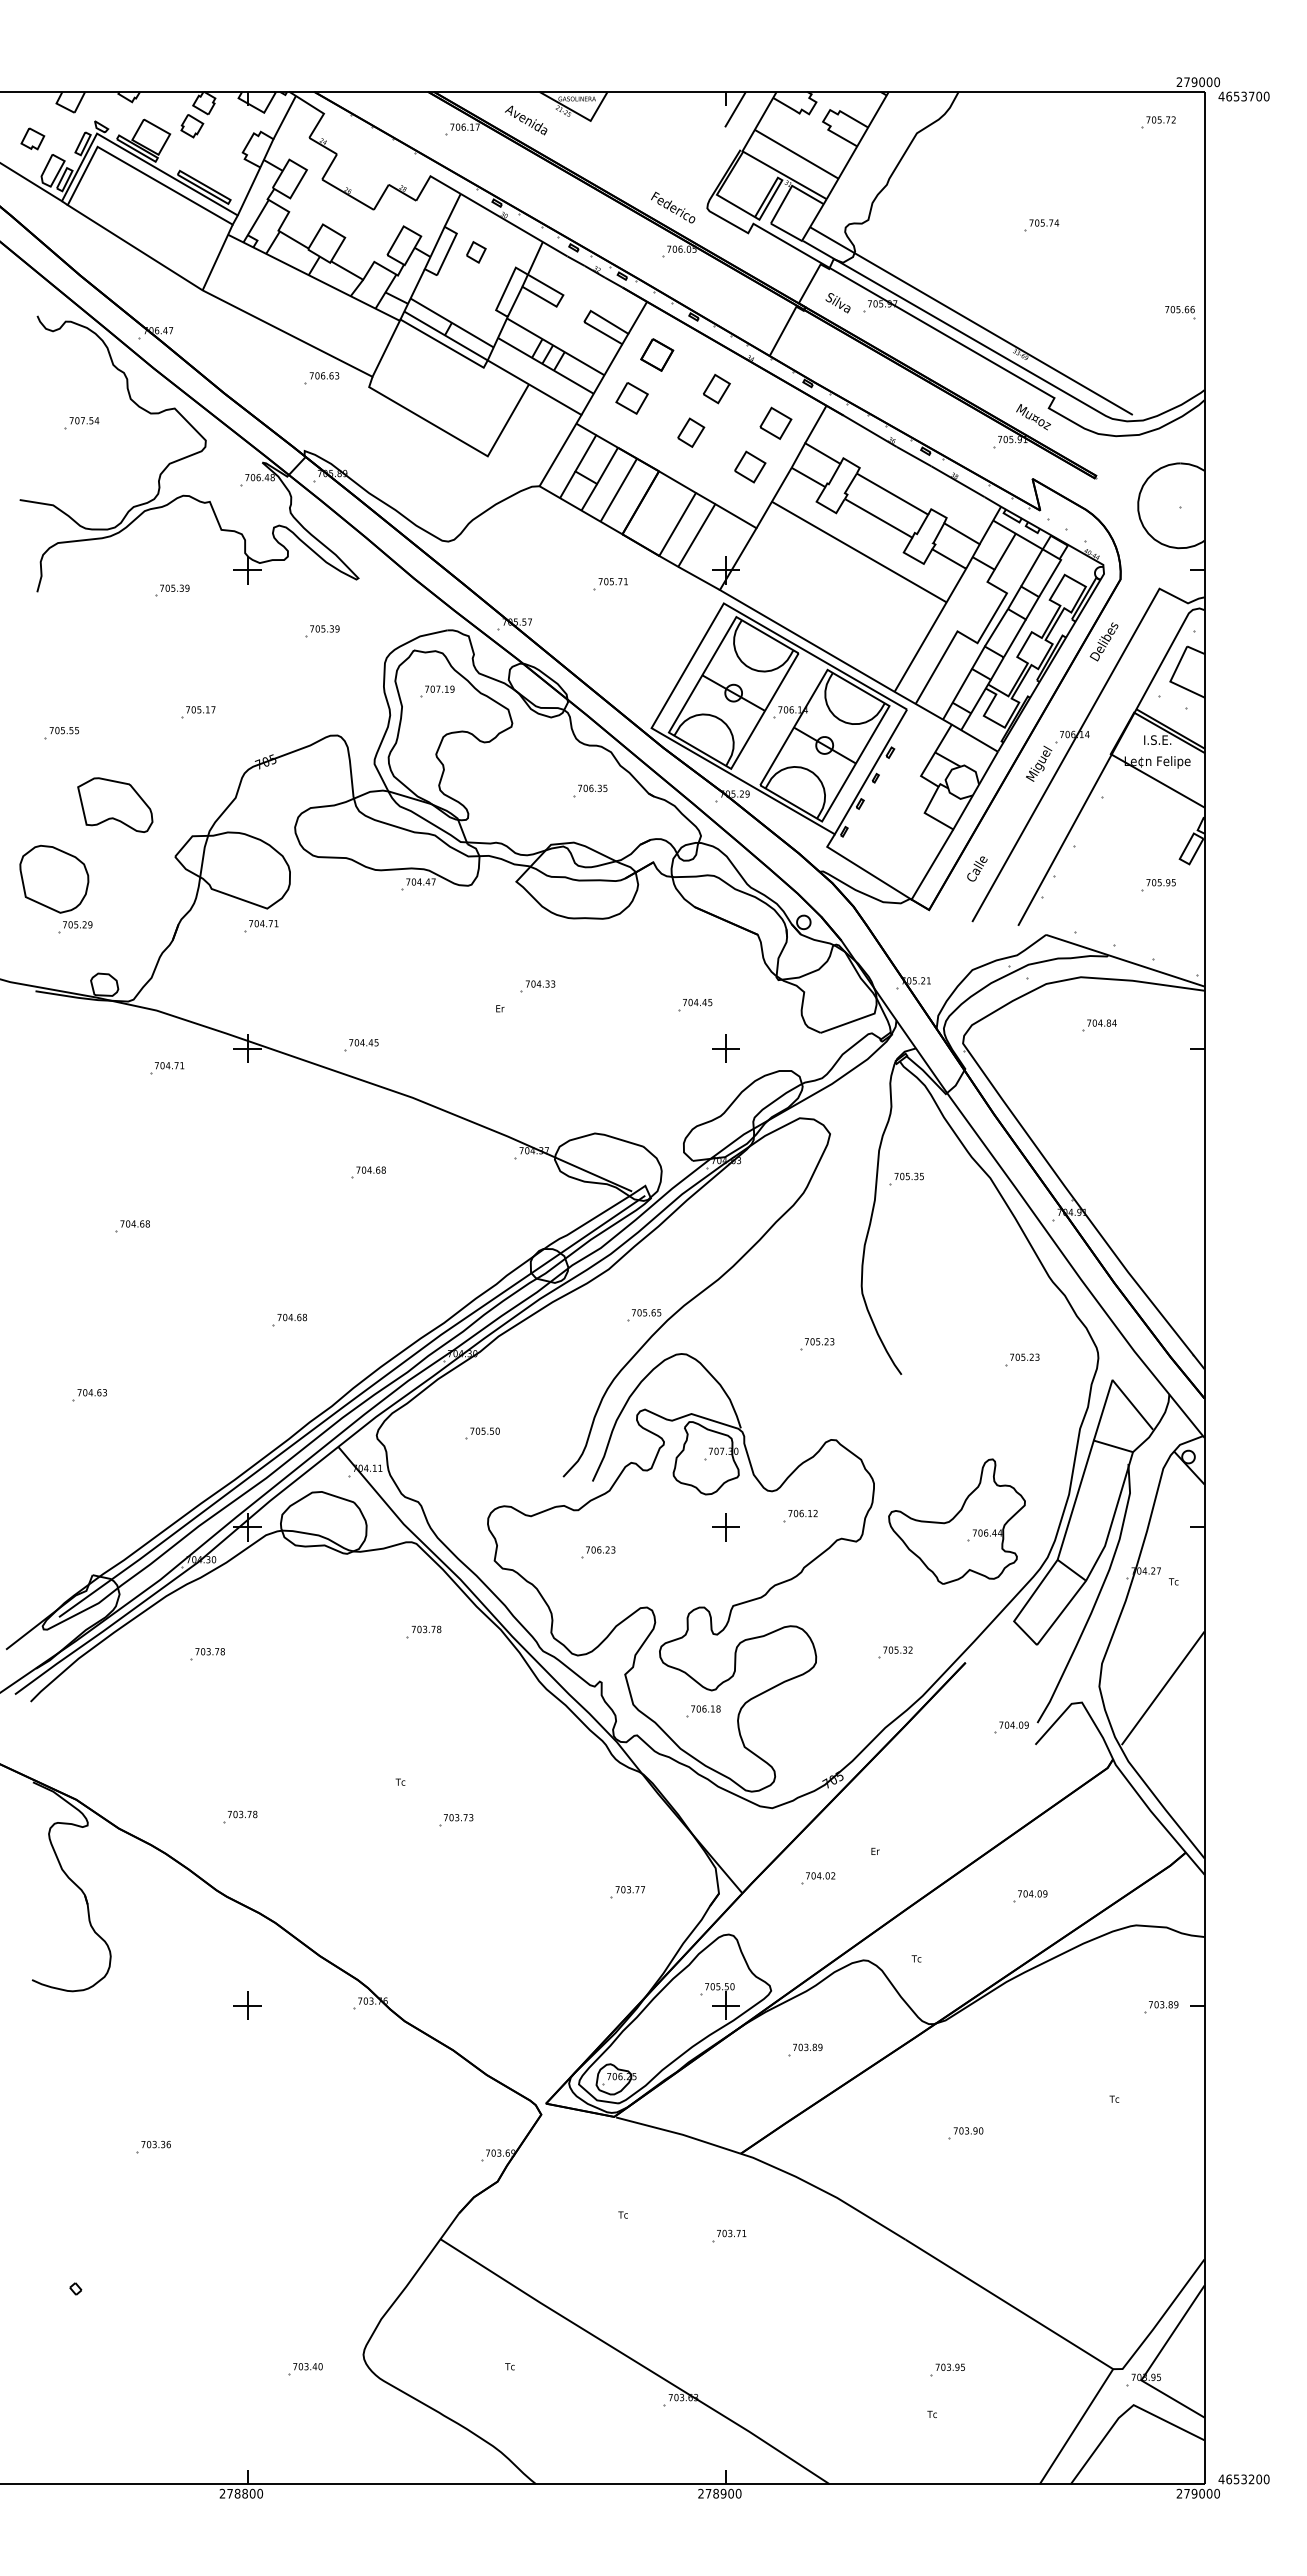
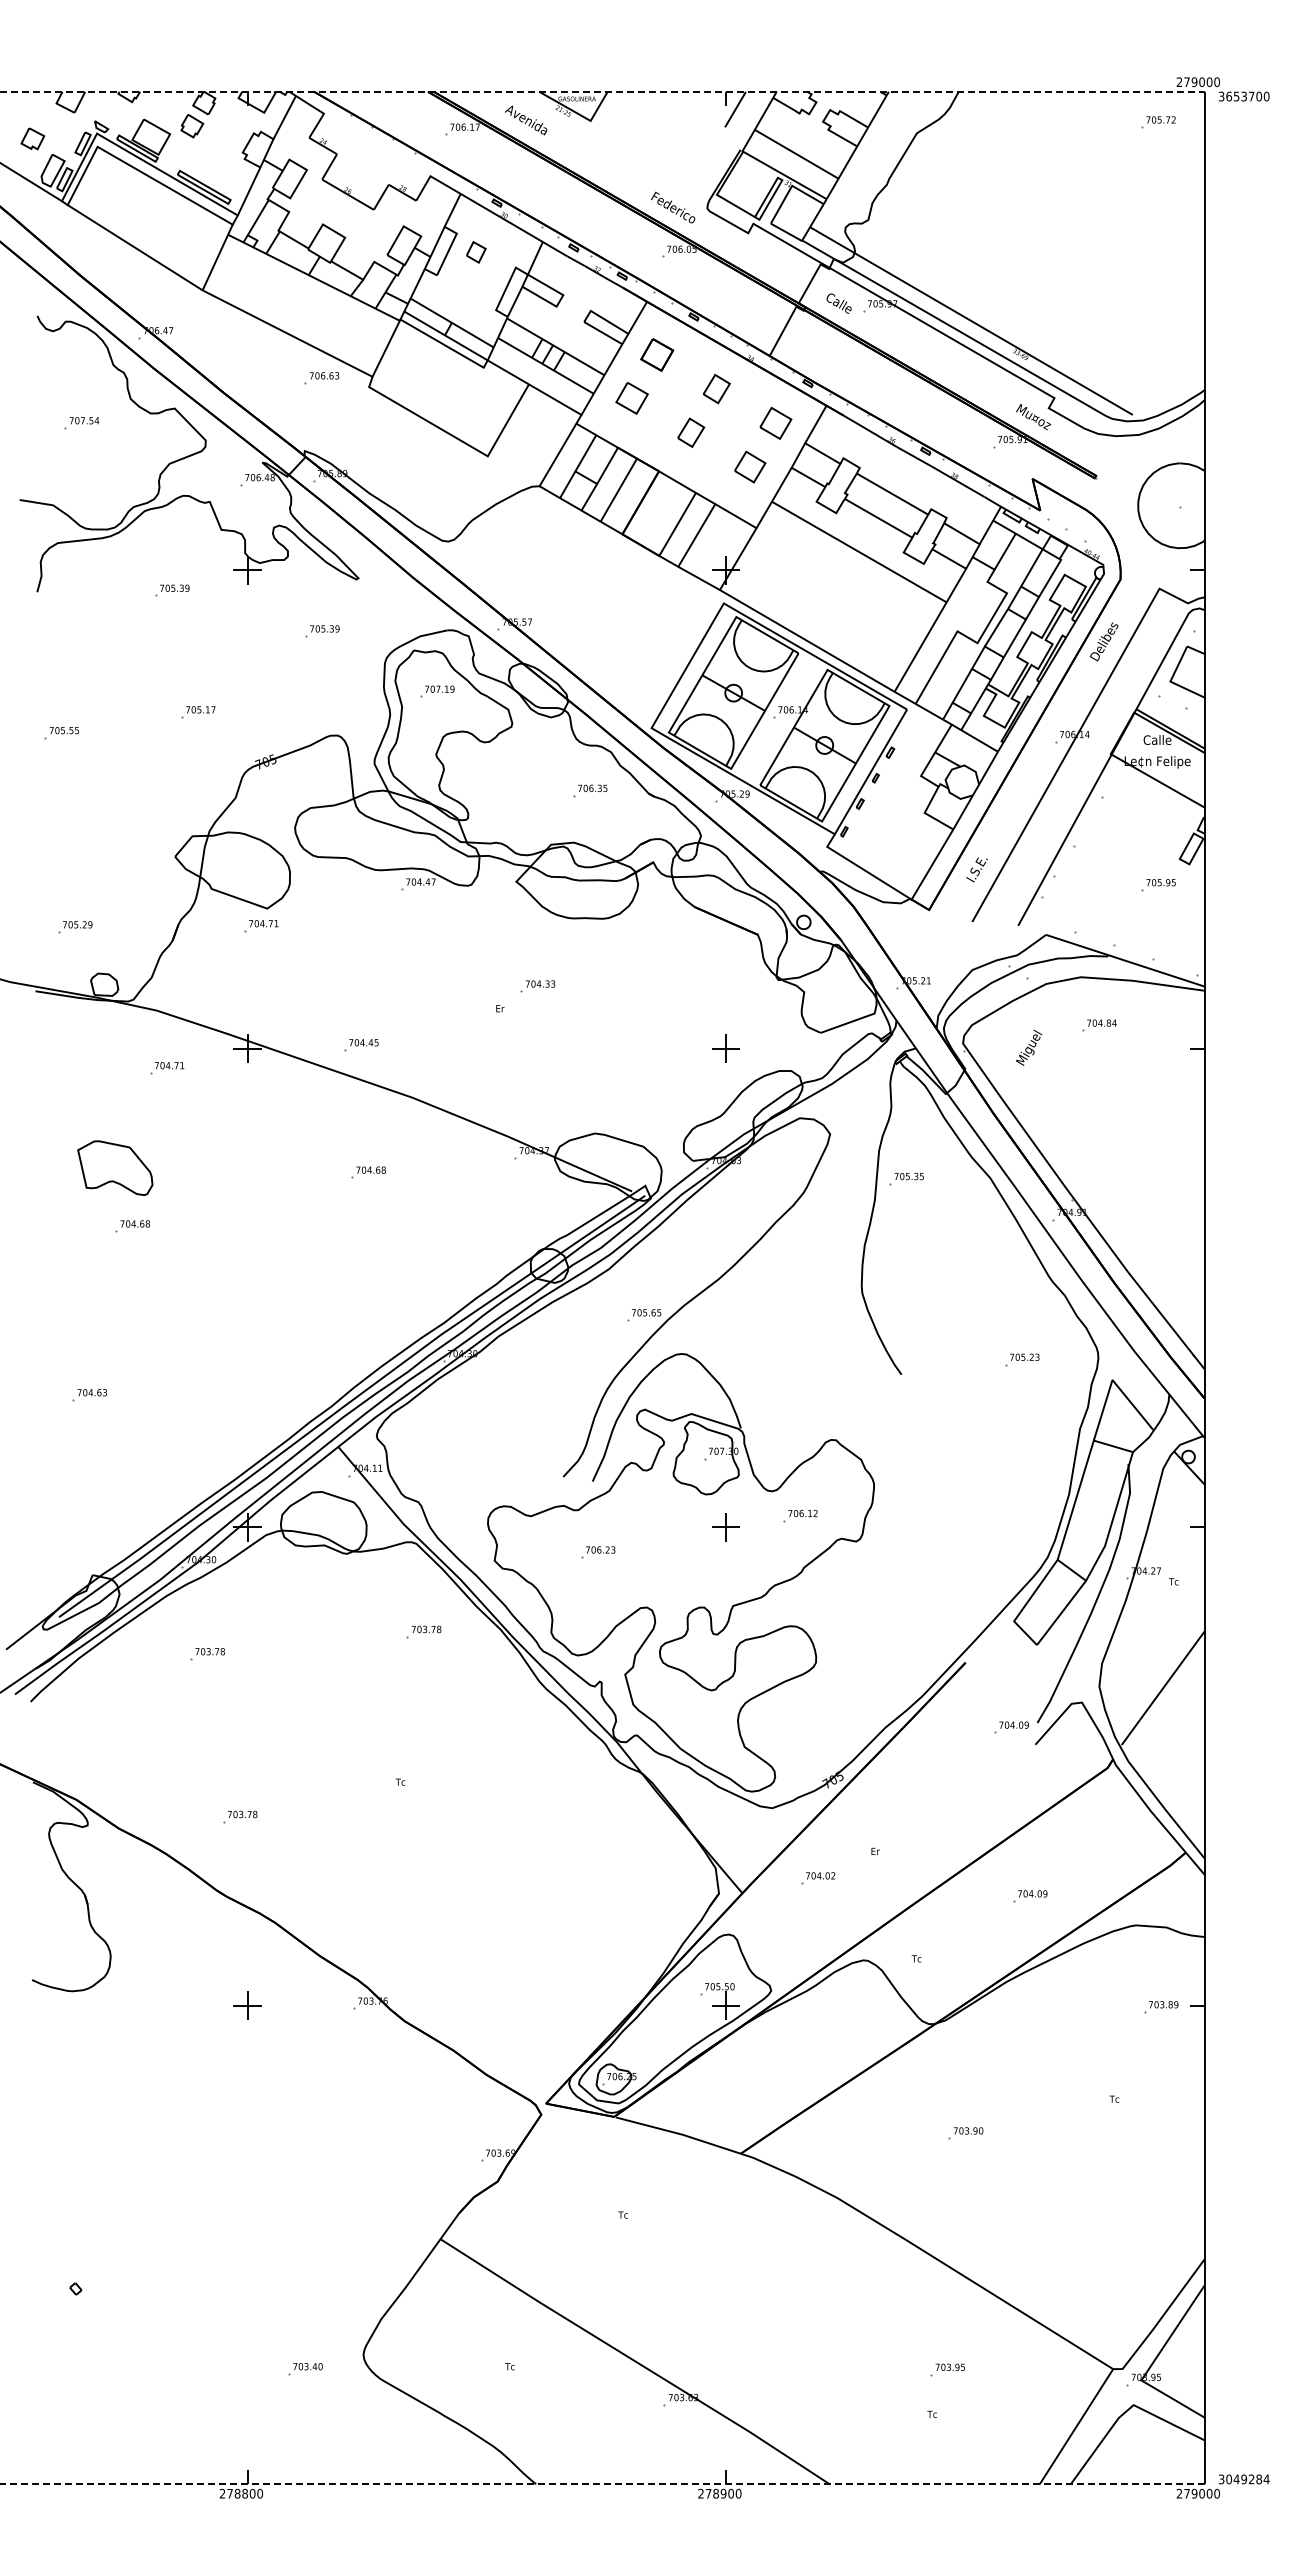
line at (602, 91): solid -> dashed
text at (1221, 96): 4653700 -> 3653700
part at (1041, 225): present -> none
text at (838, 303): Silva -> Calle
part at (1180, 312): present -> none
part at (610, 584): present -> none
text at (1157, 739): I.S.E. -> Calle
text at (1039, 763) position: (1039, 763) -> (1029, 1047)
part at (115, 804) position: (115, 804) -> (115, 1167)
text at (976, 869): Calle -> I.S.E.
part at (54, 879): present -> none
part at (695, 1004): present -> none
part at (289, 1319): present -> none
part at (817, 1344): present -> none
part at (482, 1433): present -> none
part at (956, 1521): present -> none
part at (895, 1652): present -> none
part at (703, 1711): present -> none
part at (456, 1820): present -> none
part at (627, 1892): present -> none
part at (805, 2049): present -> none
part at (153, 2146): present -> none
part at (729, 2235): present -> none
text at (1243, 2479): 4653200 -> 3049284
line at (602, 2484): solid -> dashed
